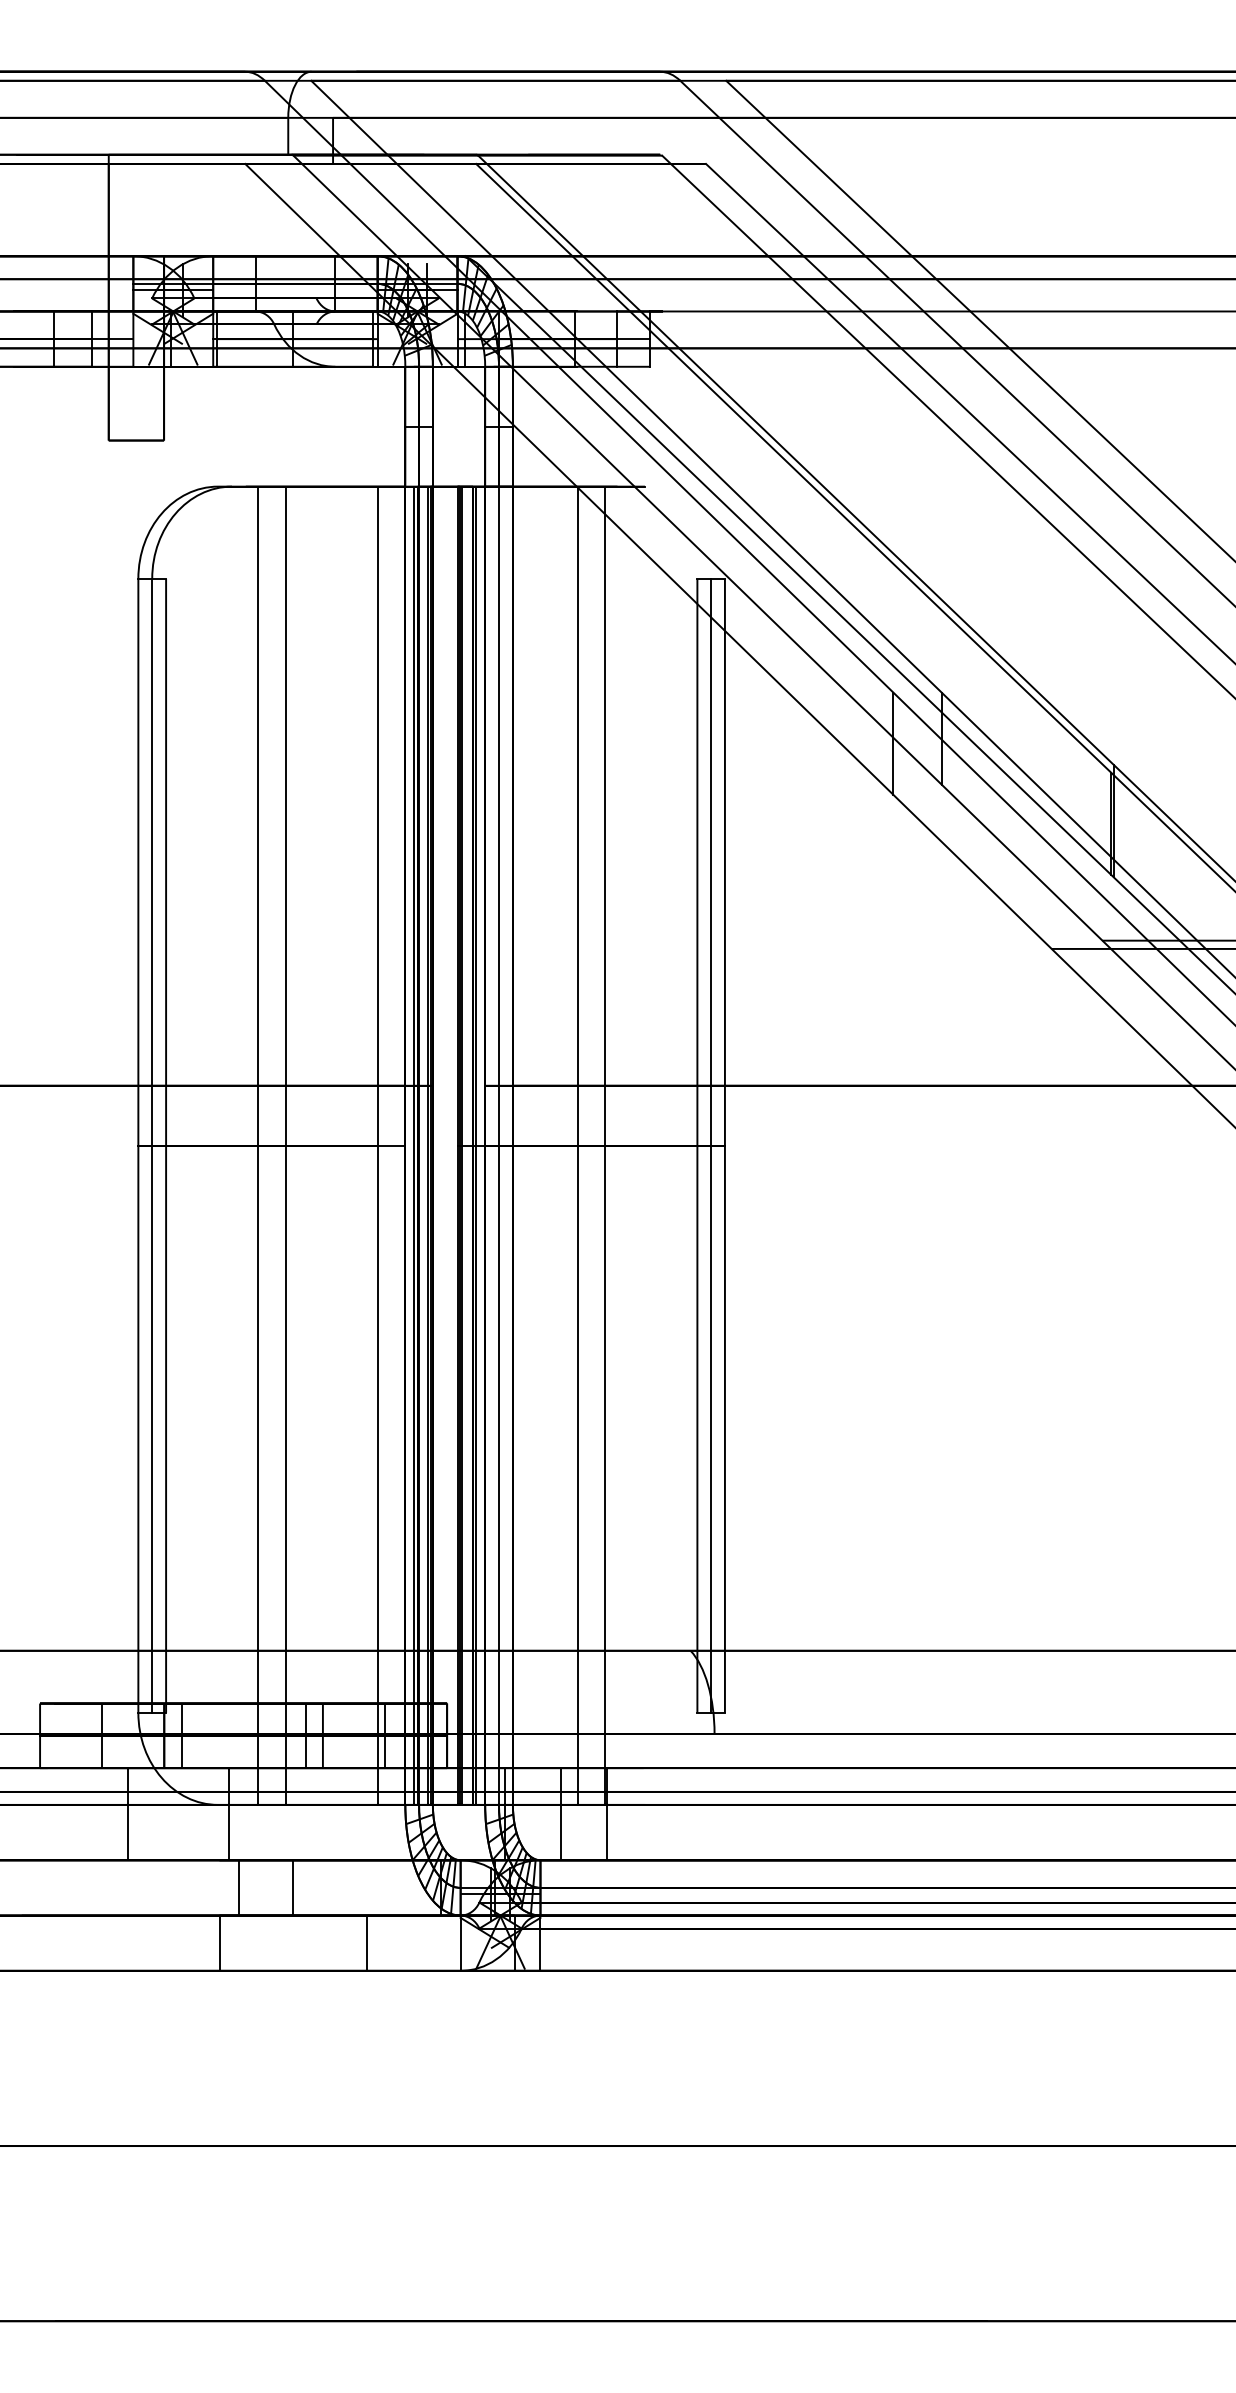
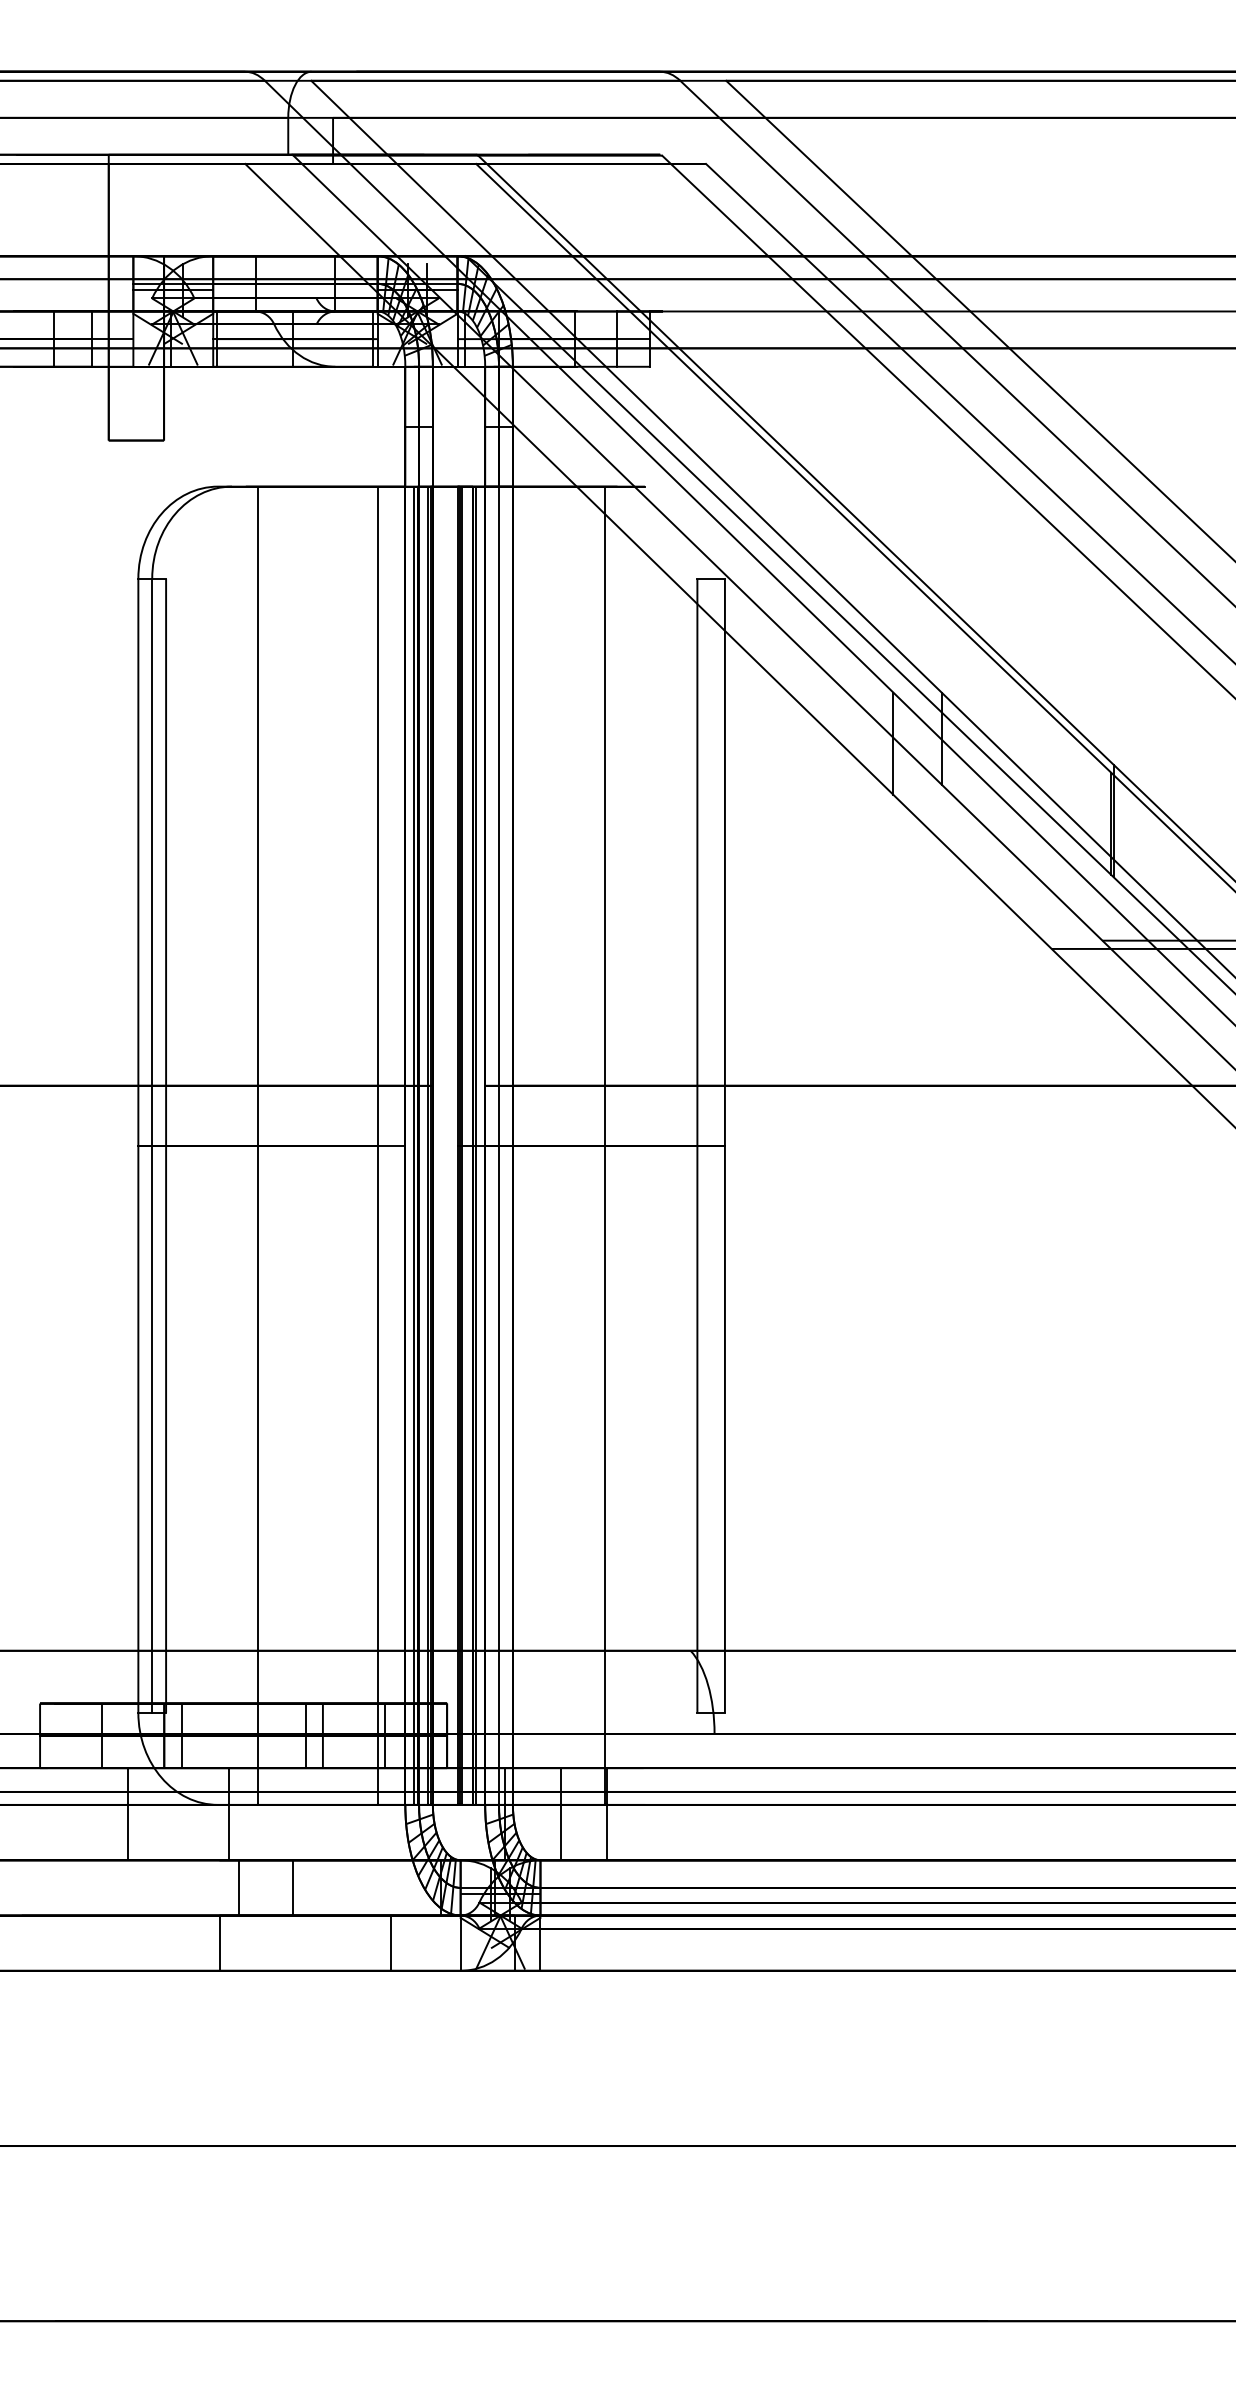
line at (285, 1145): present -> none
line at (577, 1145): present -> none
line at (711, 1145): present -> none
line at (367, 1942) position: (367, 1942) -> (391, 1942)
